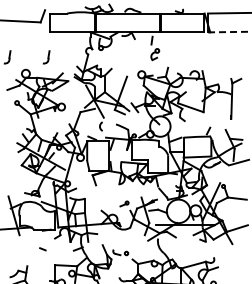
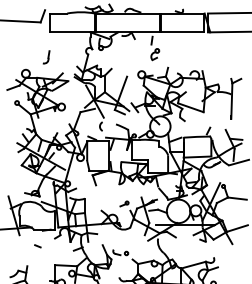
line at (229, 32): dashed -> solid
part at (7, 57): present -> none
line at (42, 249) position: (42, 249) -> (37, 246)
